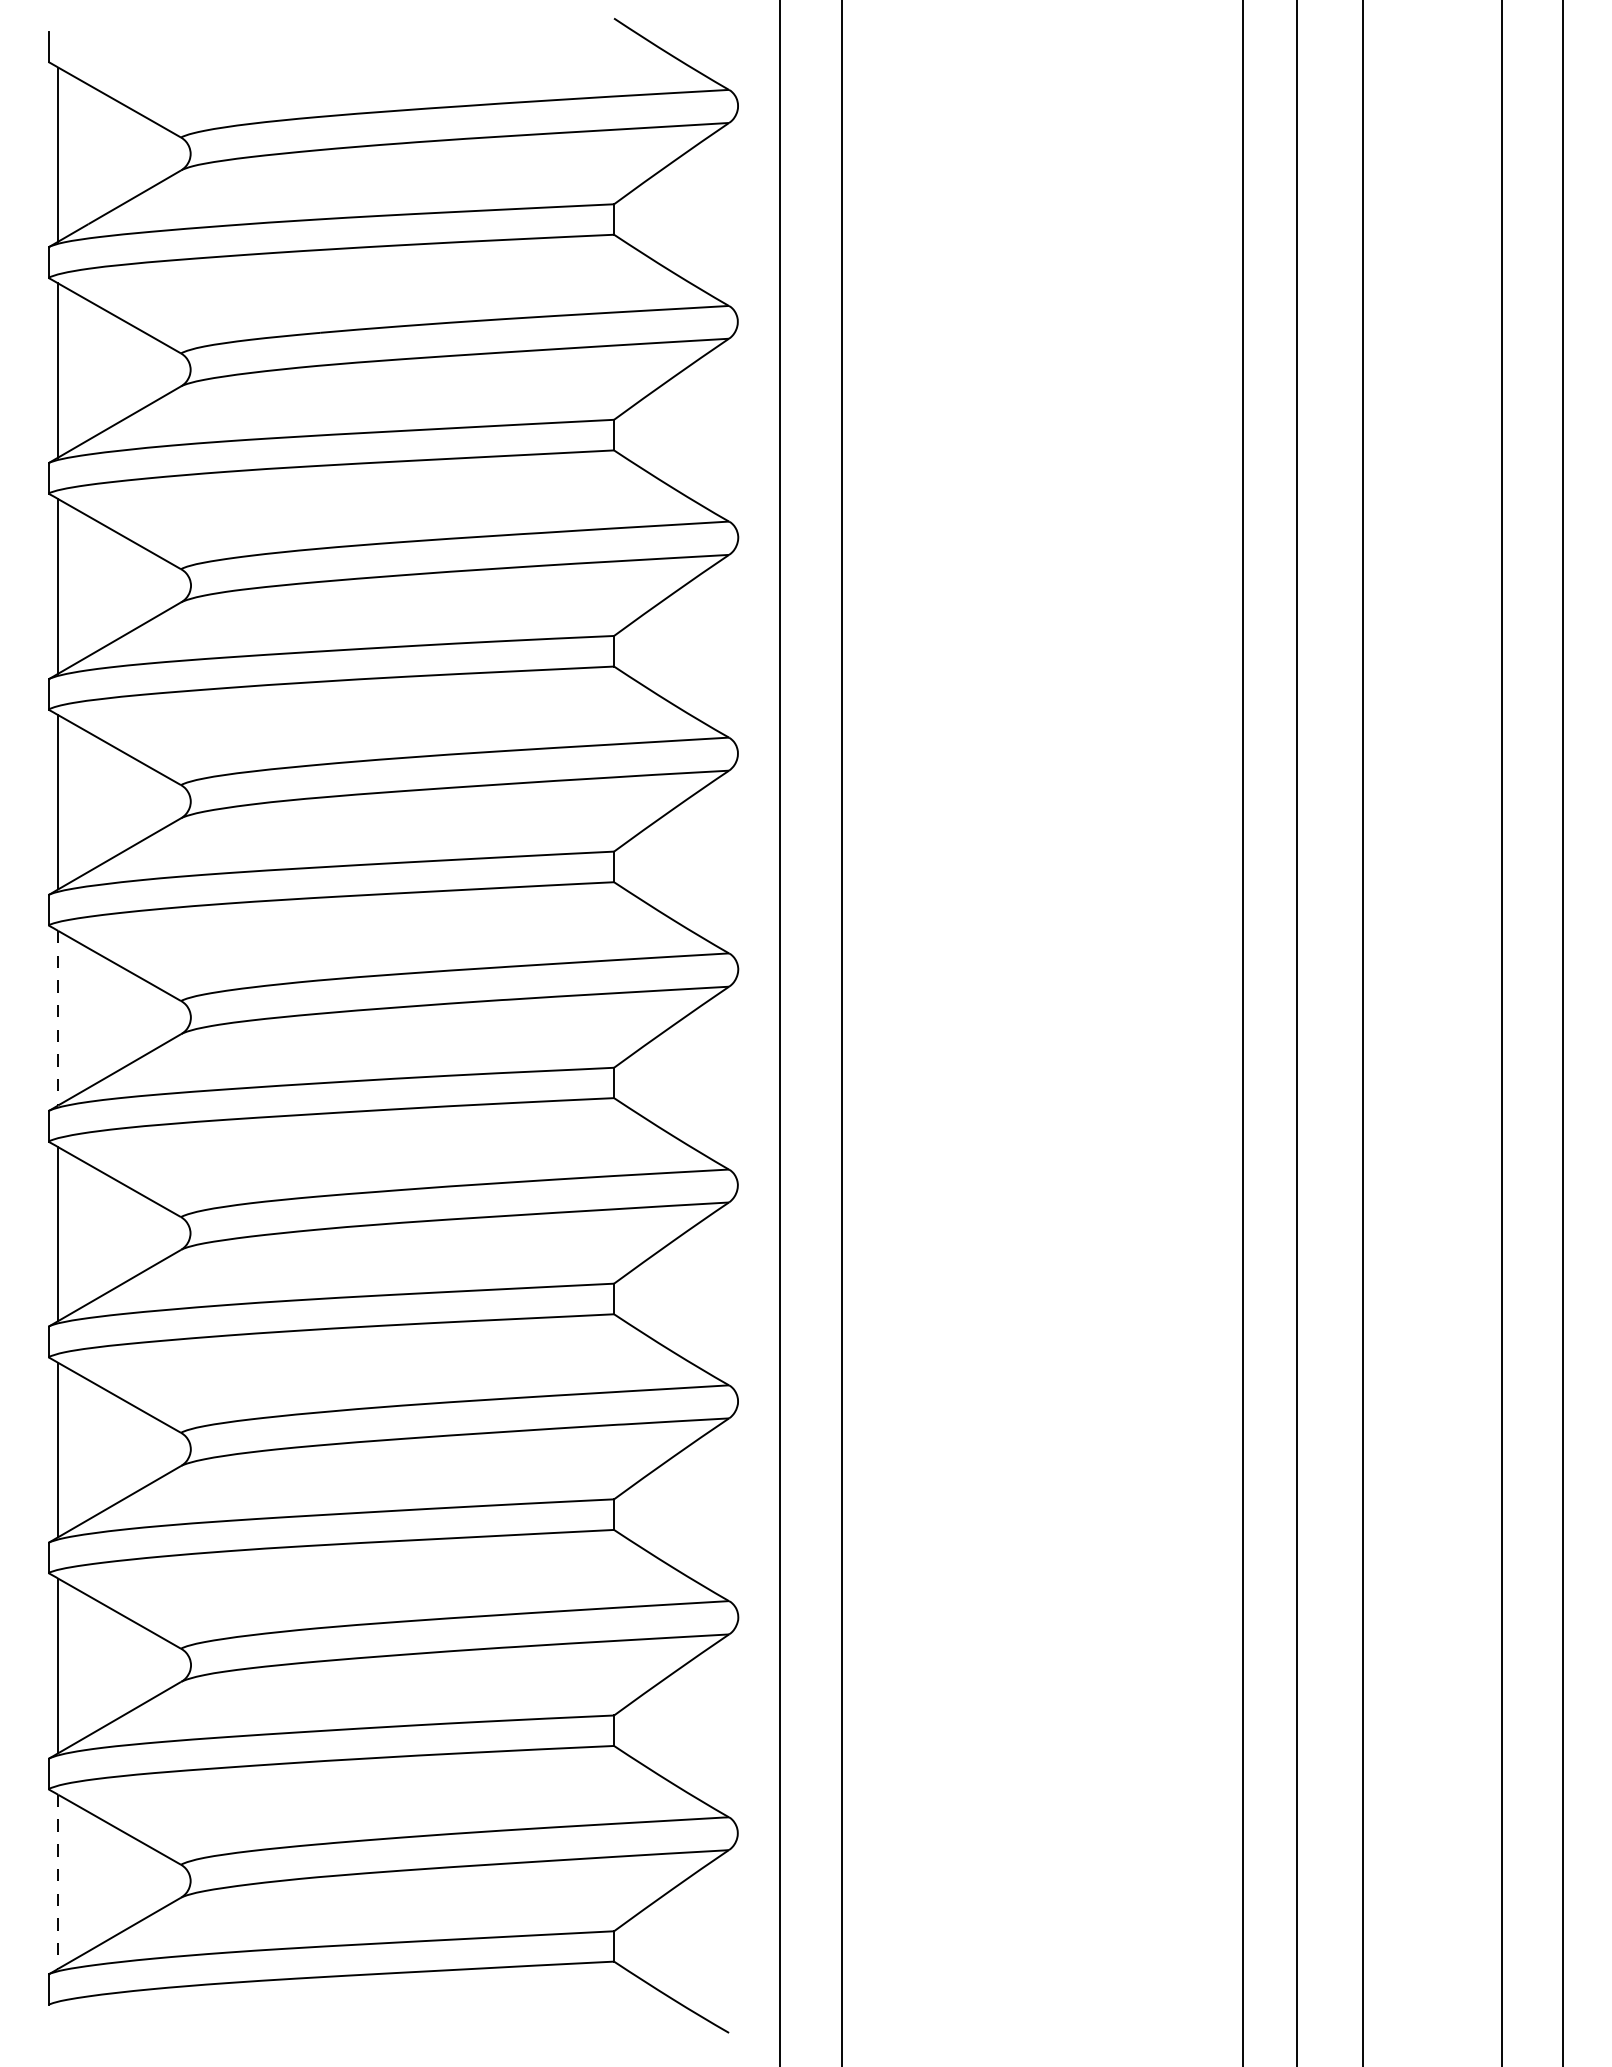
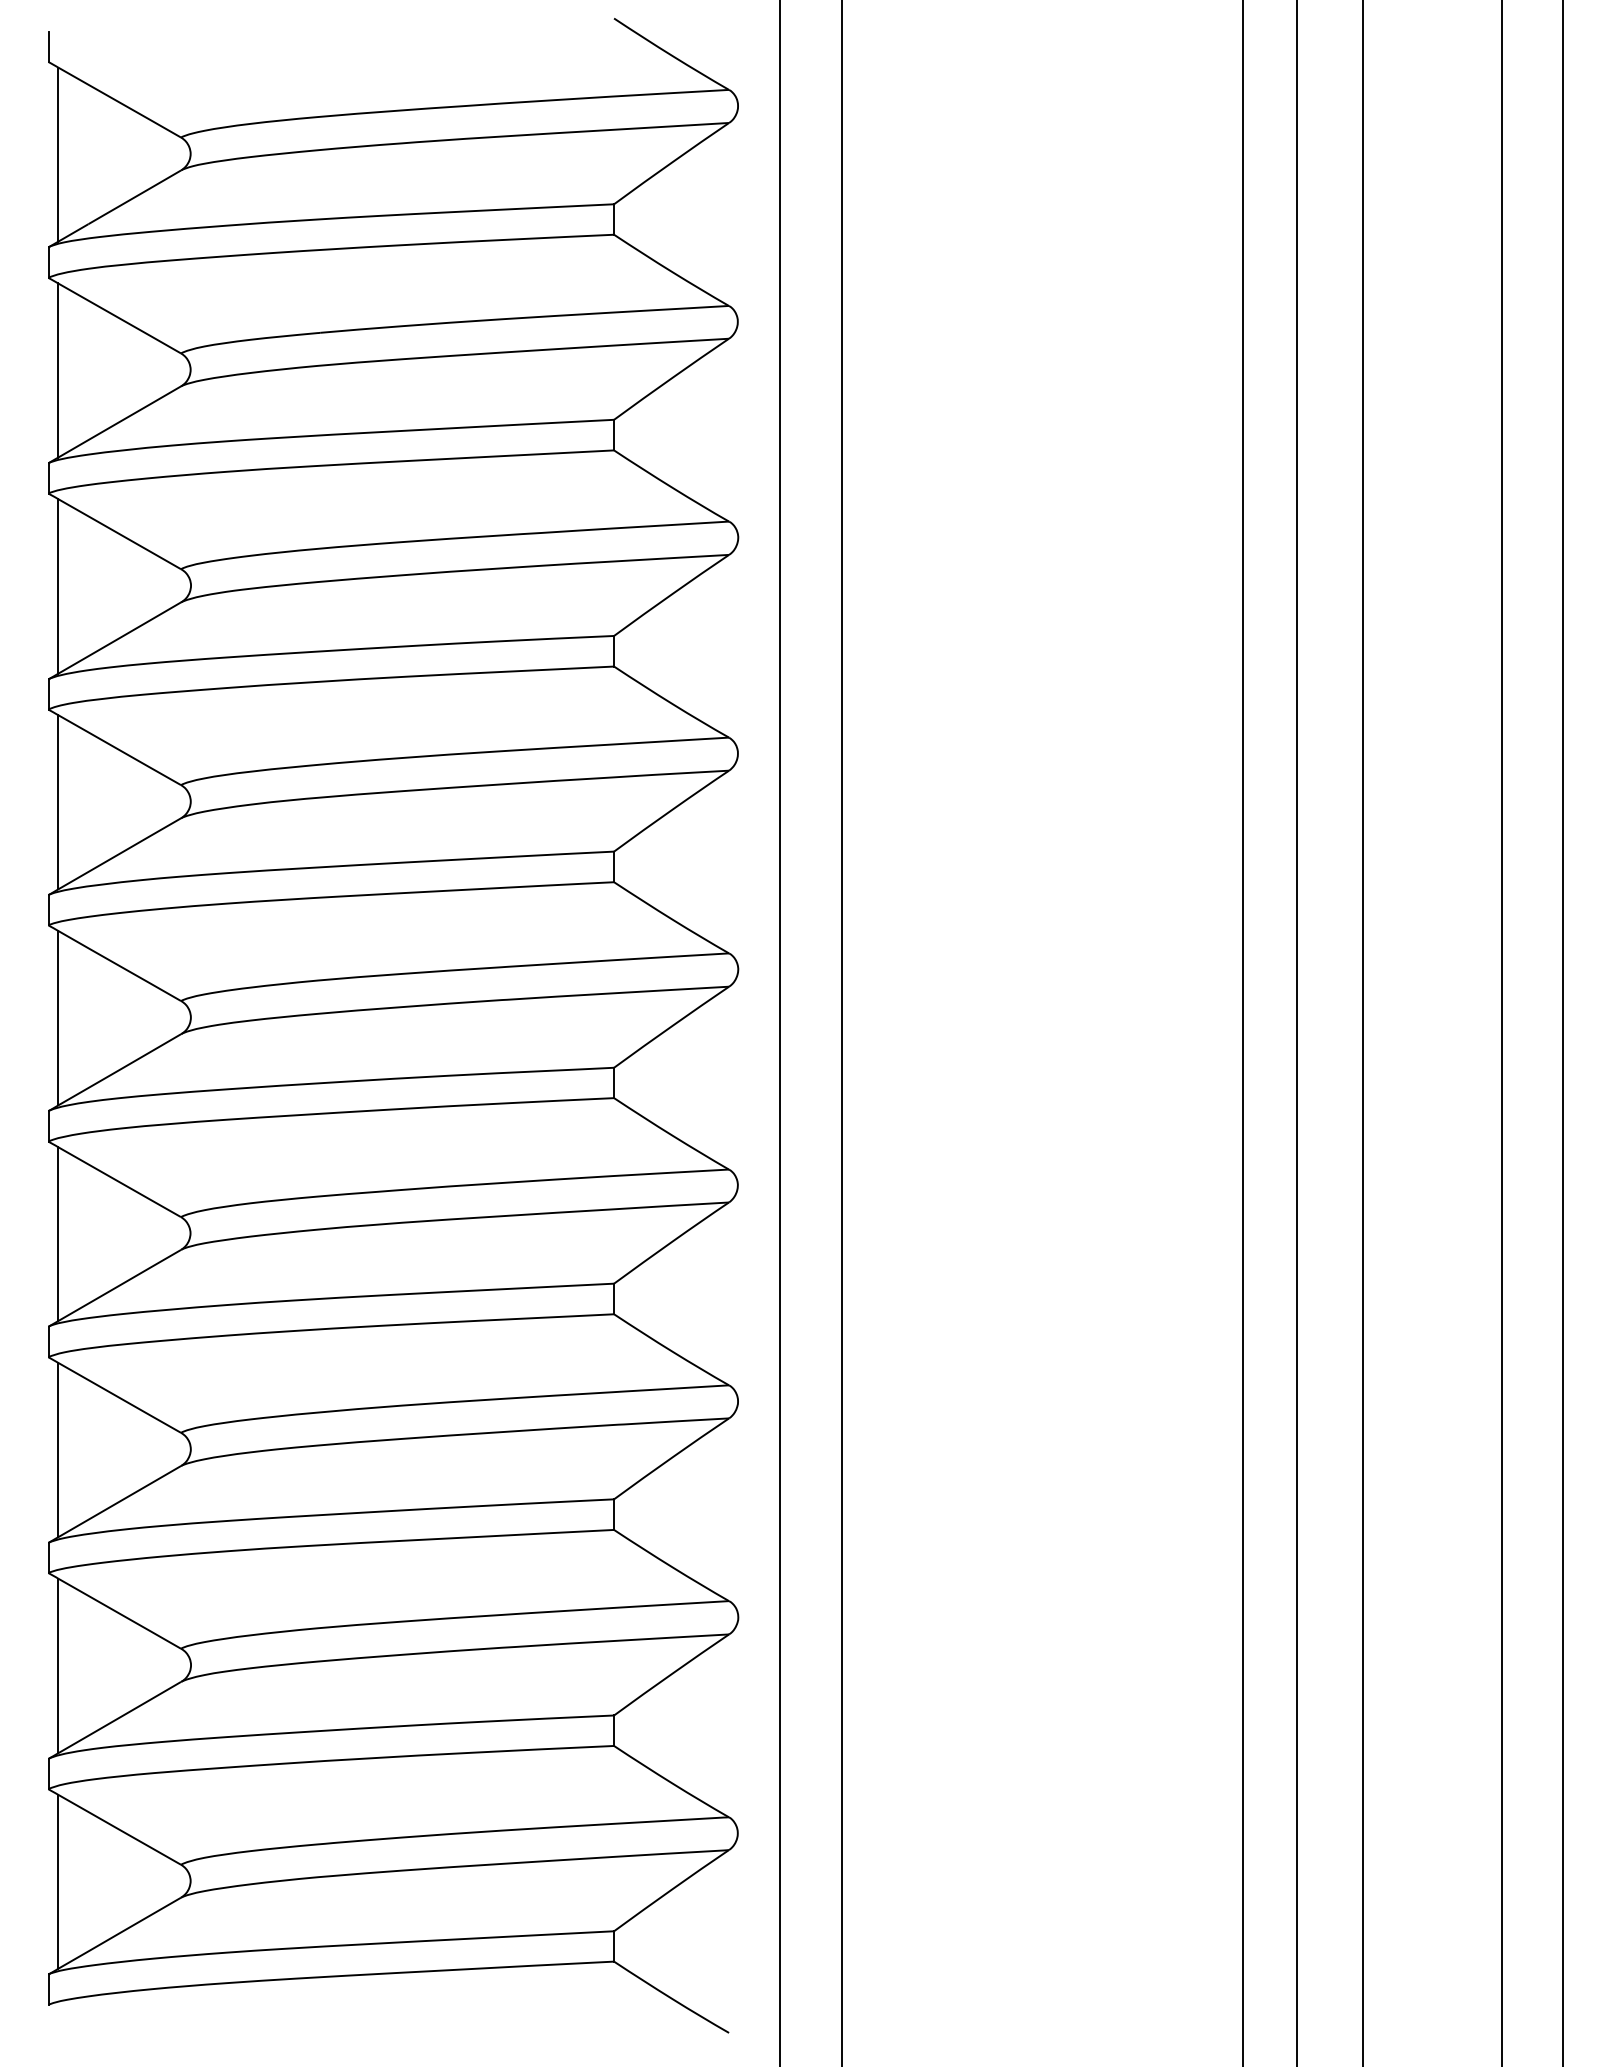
line at (58, 1018): dashed -> solid
line at (58, 1881): dashed -> solid
